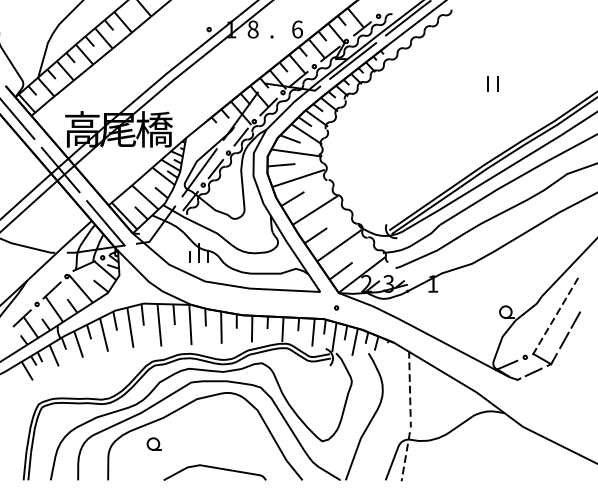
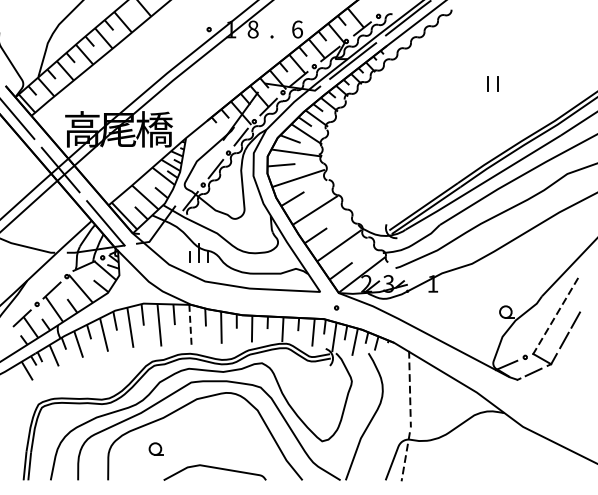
line at (199, 172): present -> none
line at (190, 325): solid -> dashed
part at (153, 443) position: (153, 443) -> (155, 448)
